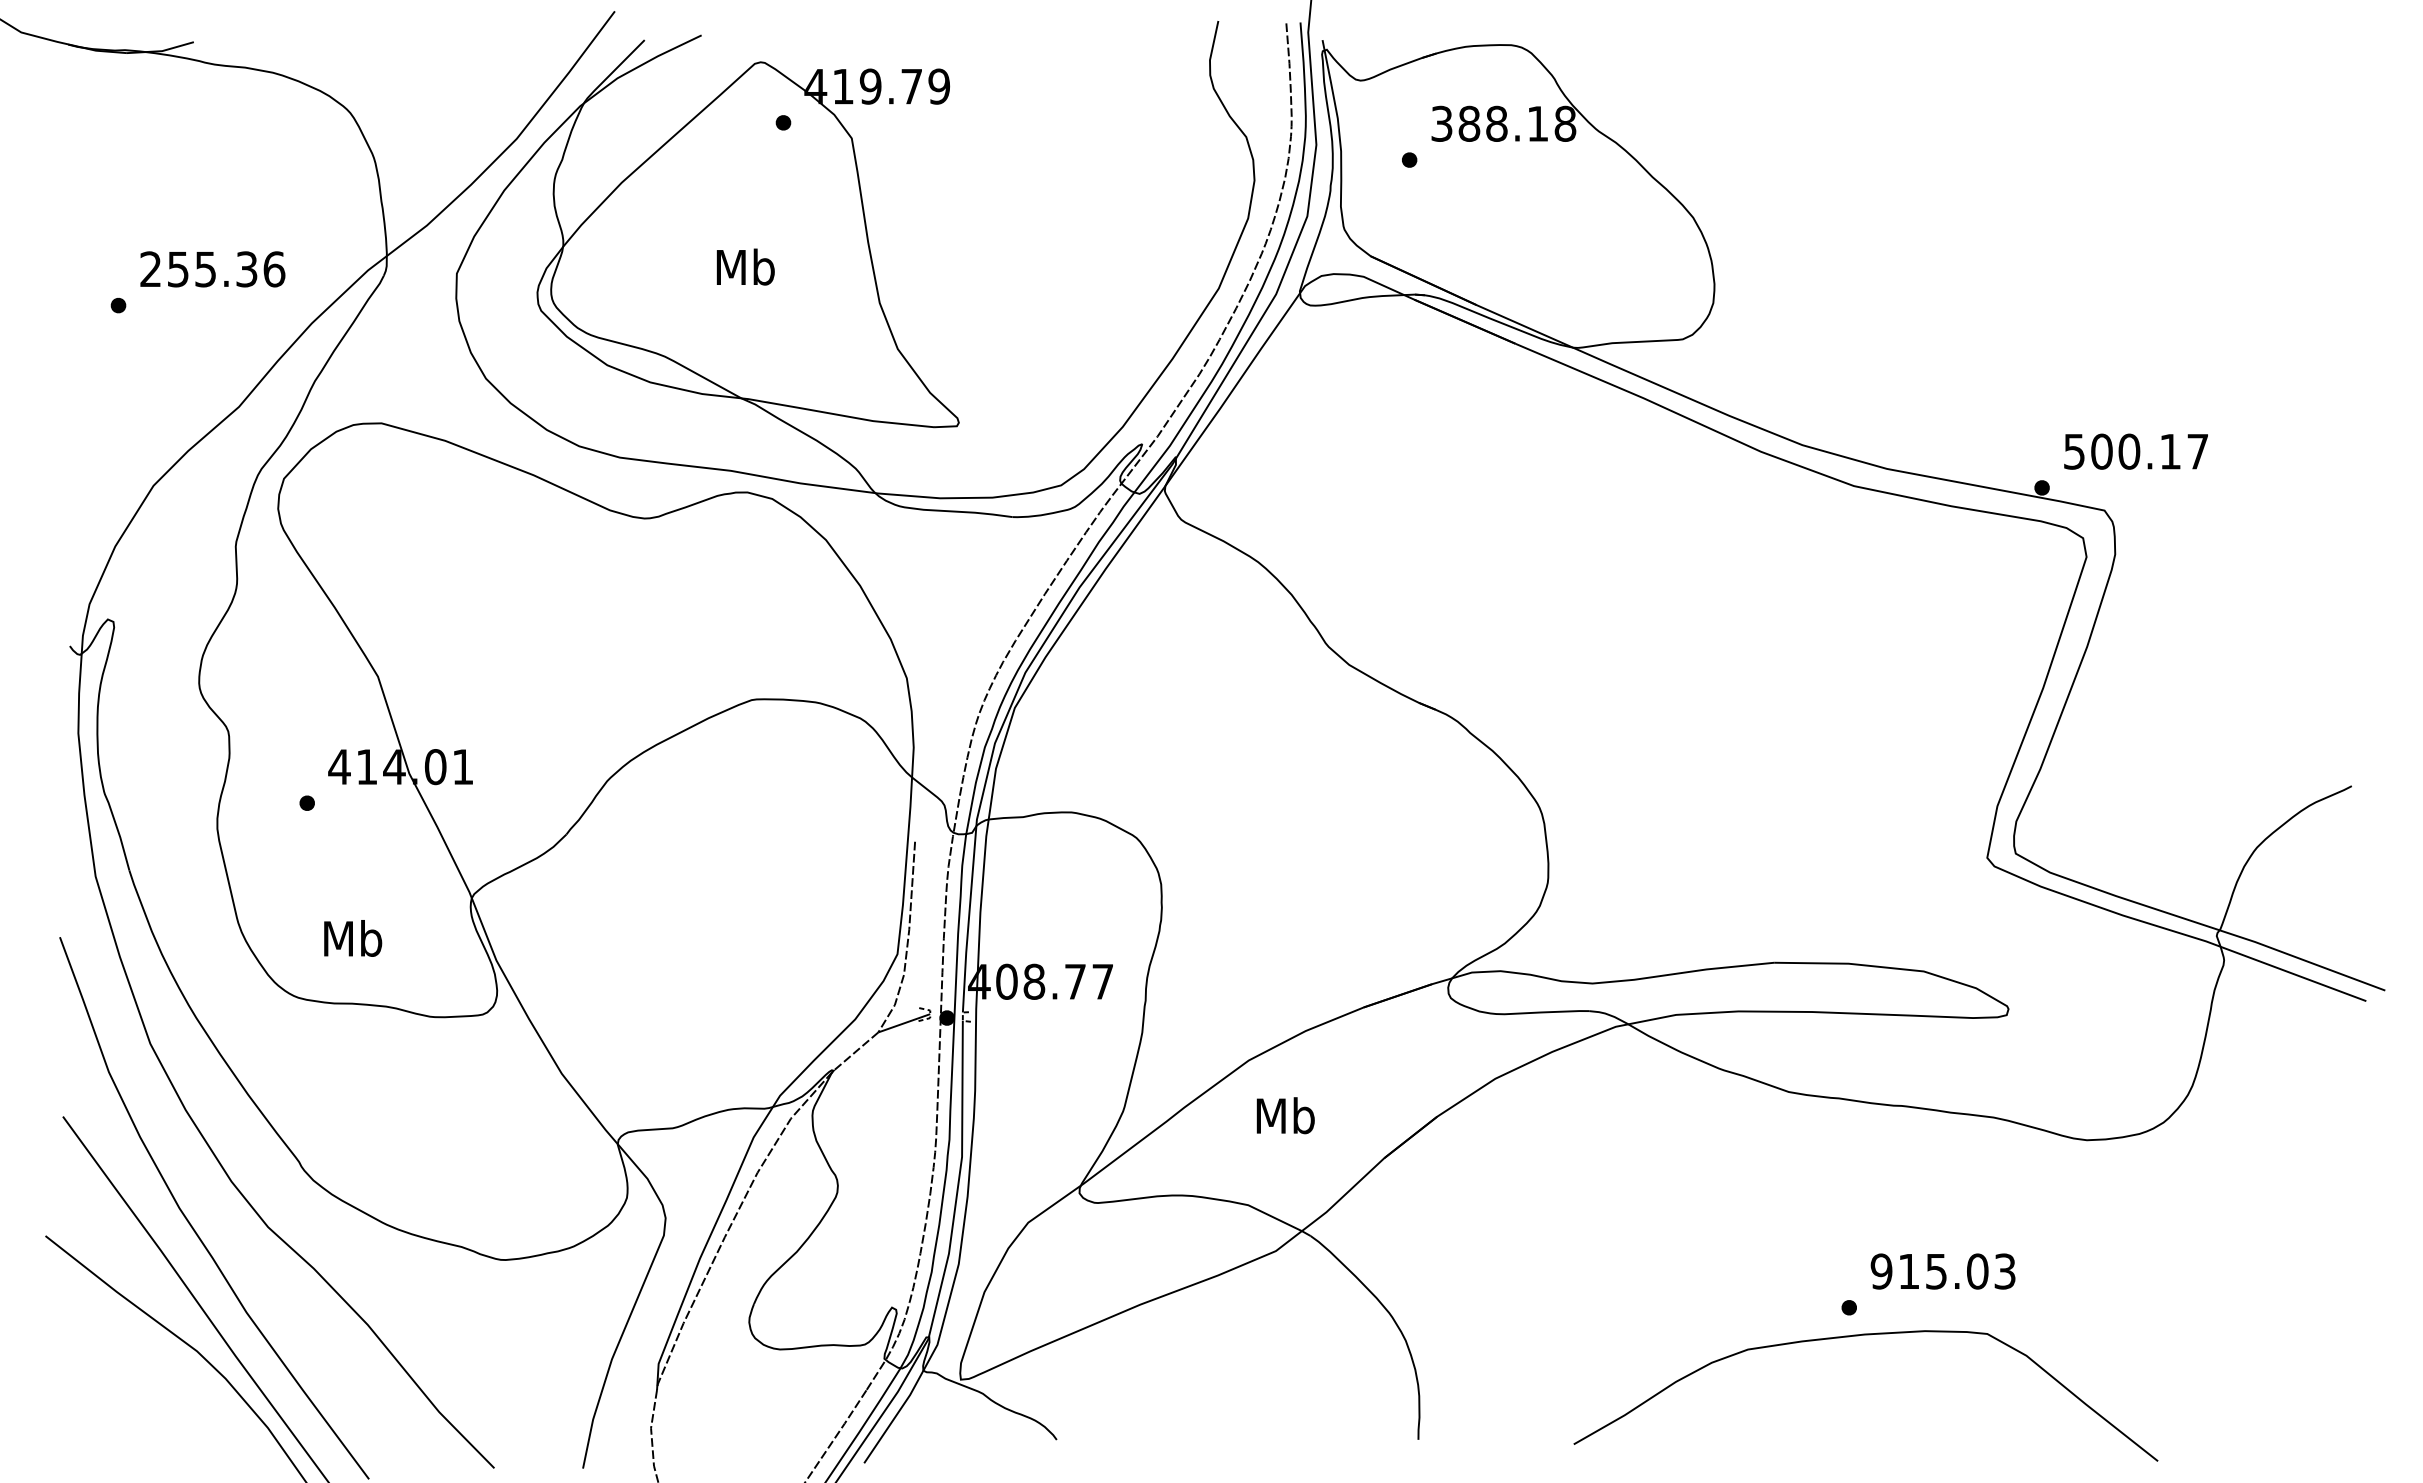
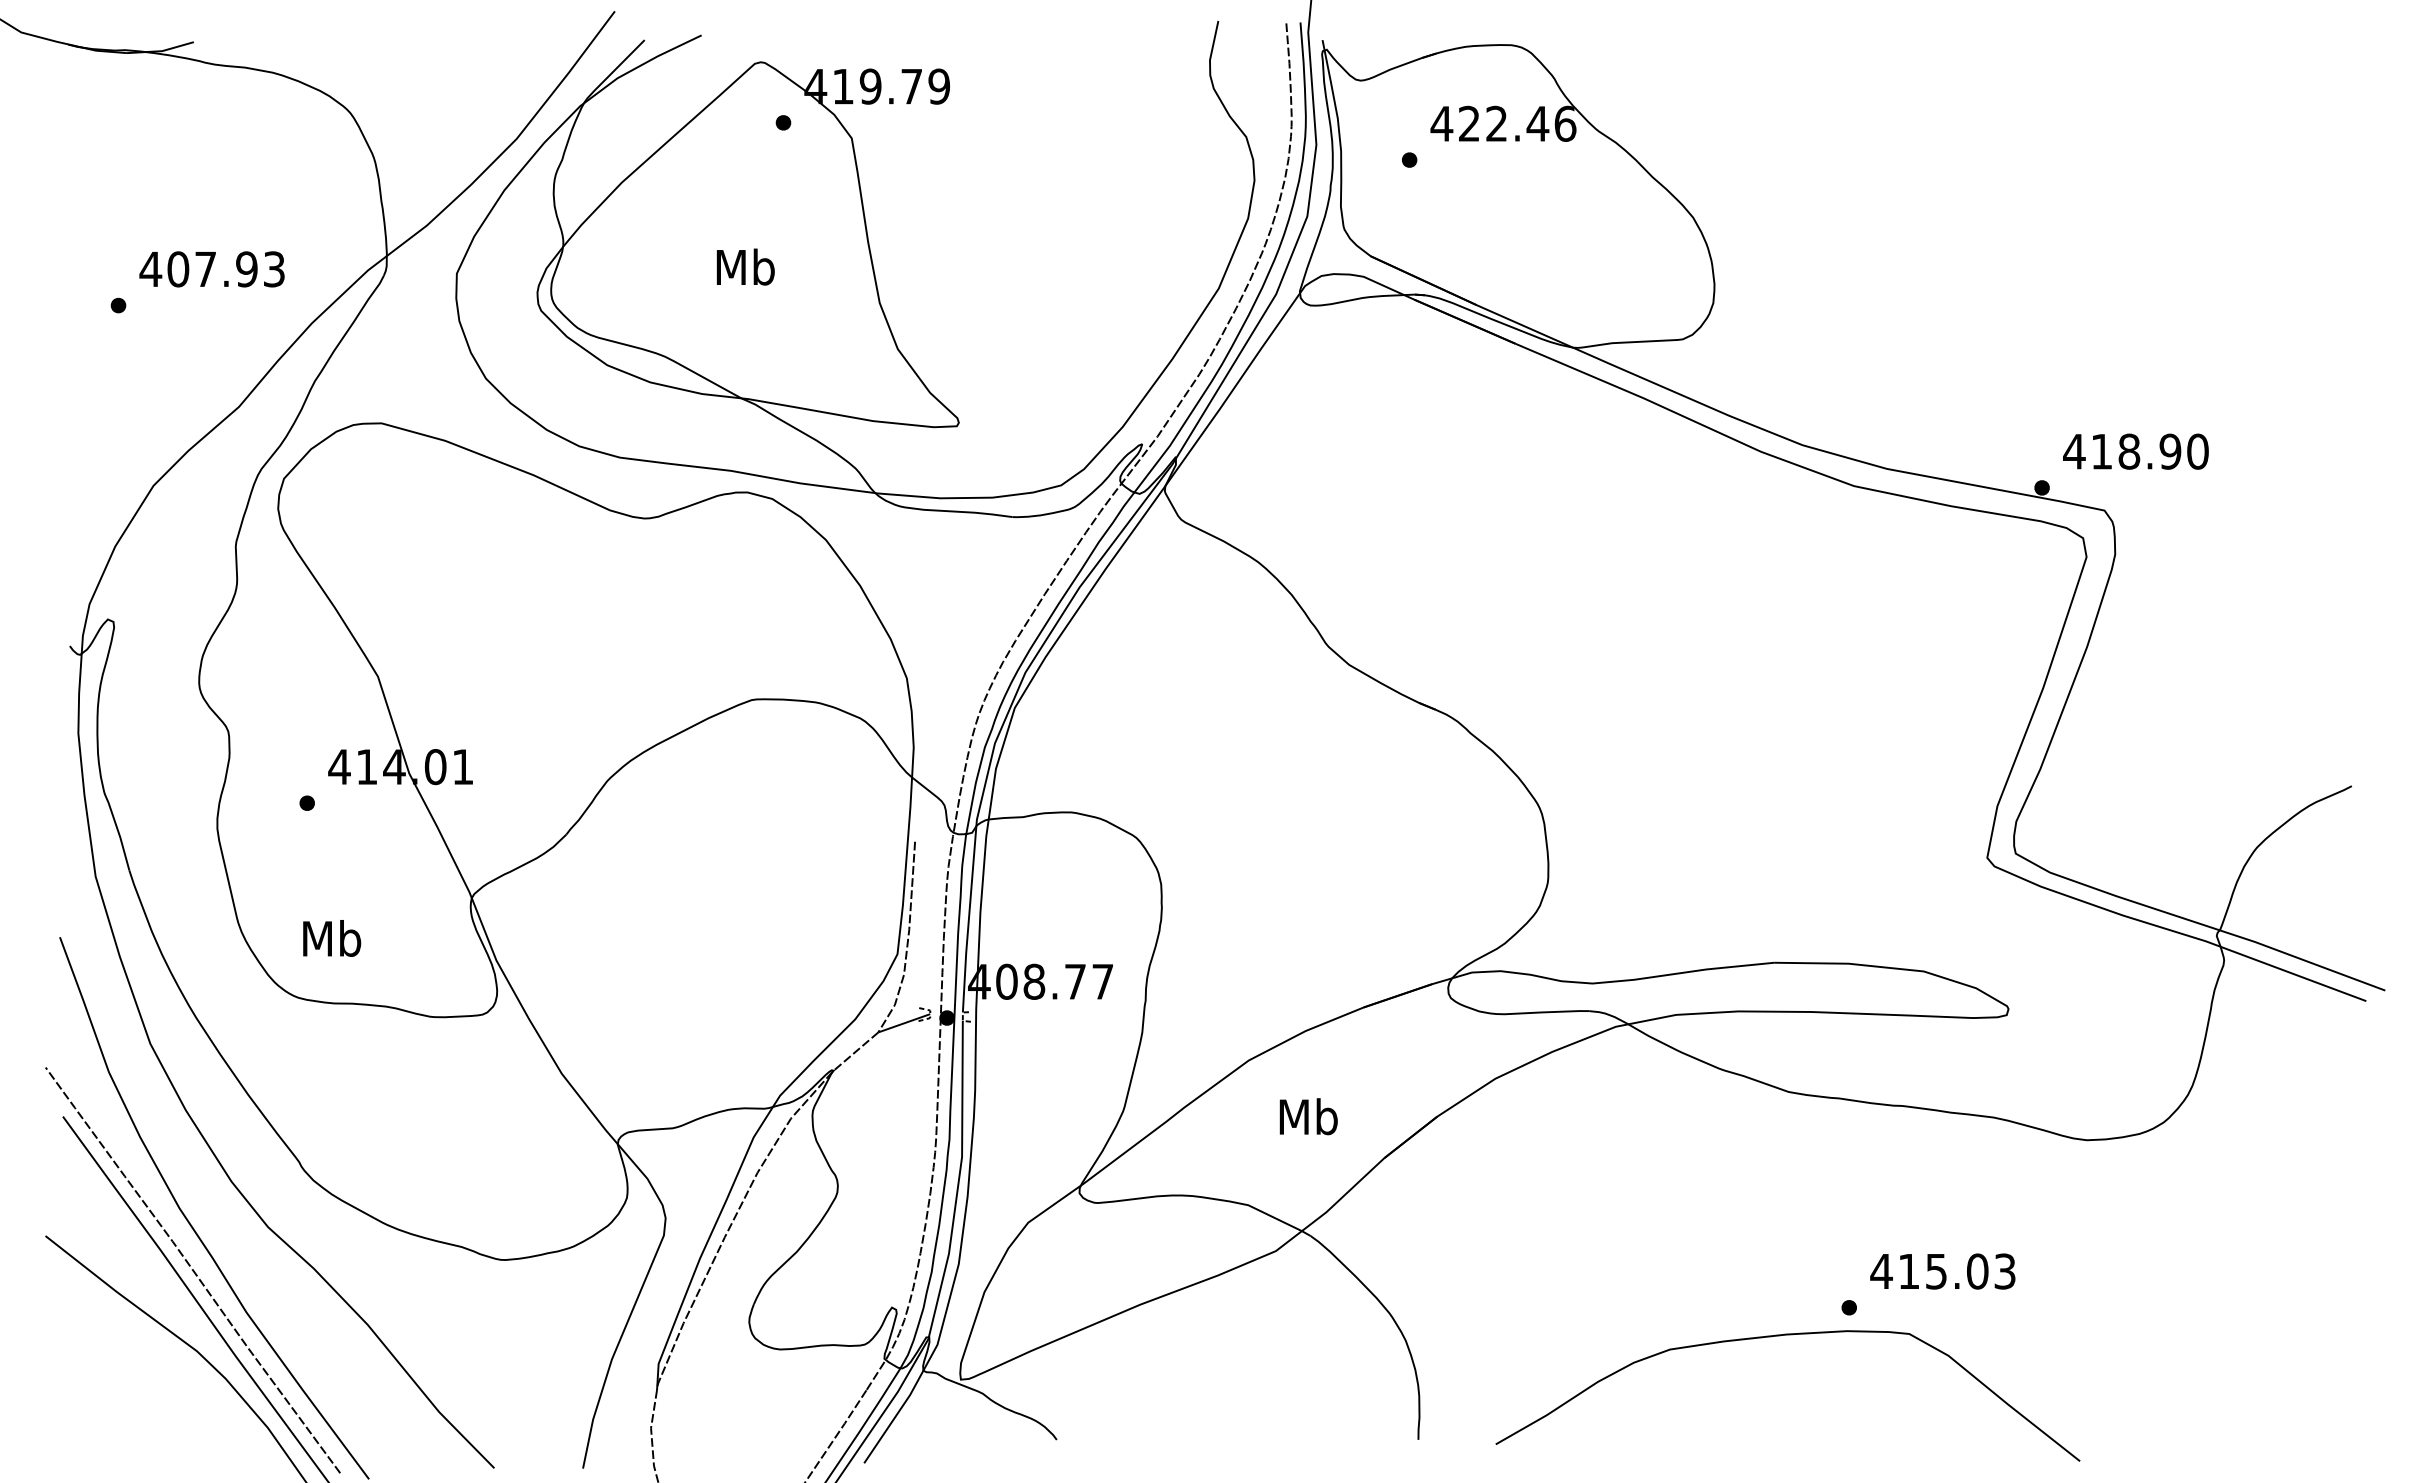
text at (1503, 123): 388.18 -> 422.46
text at (212, 269): 255.36 -> 407.93
text at (2135, 451): 500.17 -> 418.90
text at (353, 938) position: (353, 938) -> (332, 938)
text at (1285, 1115) position: (1285, 1115) -> (1308, 1116)
curve at (192, 1270): none -> present
text at (1881, 1271): 915.03 -> 415.03
curve at (1858, 1336) position: (1858, 1336) -> (1780, 1336)
